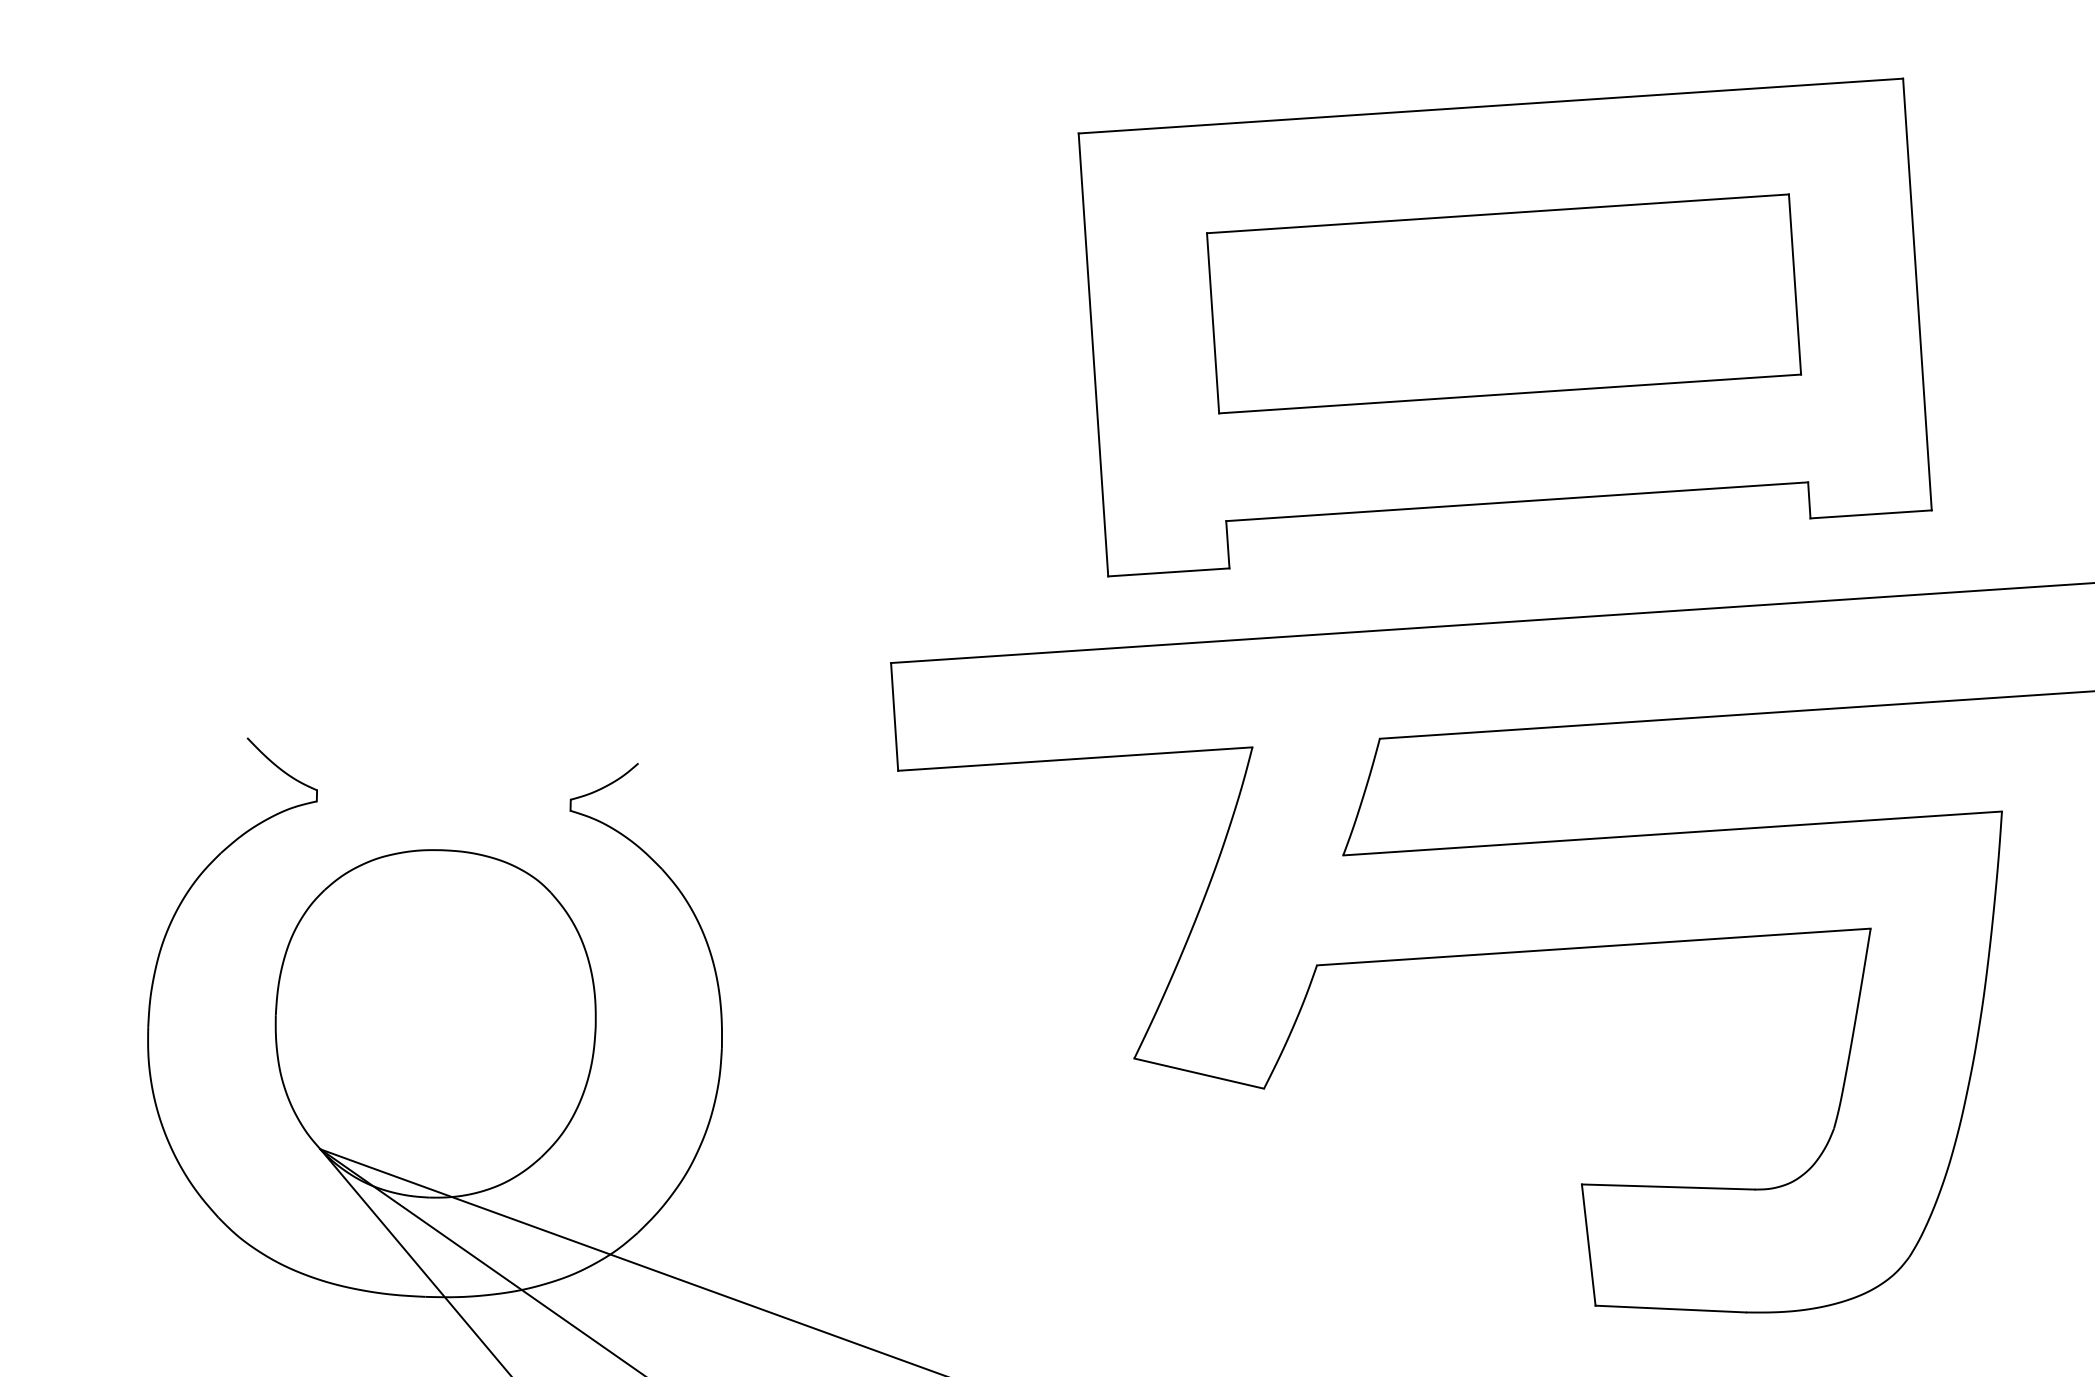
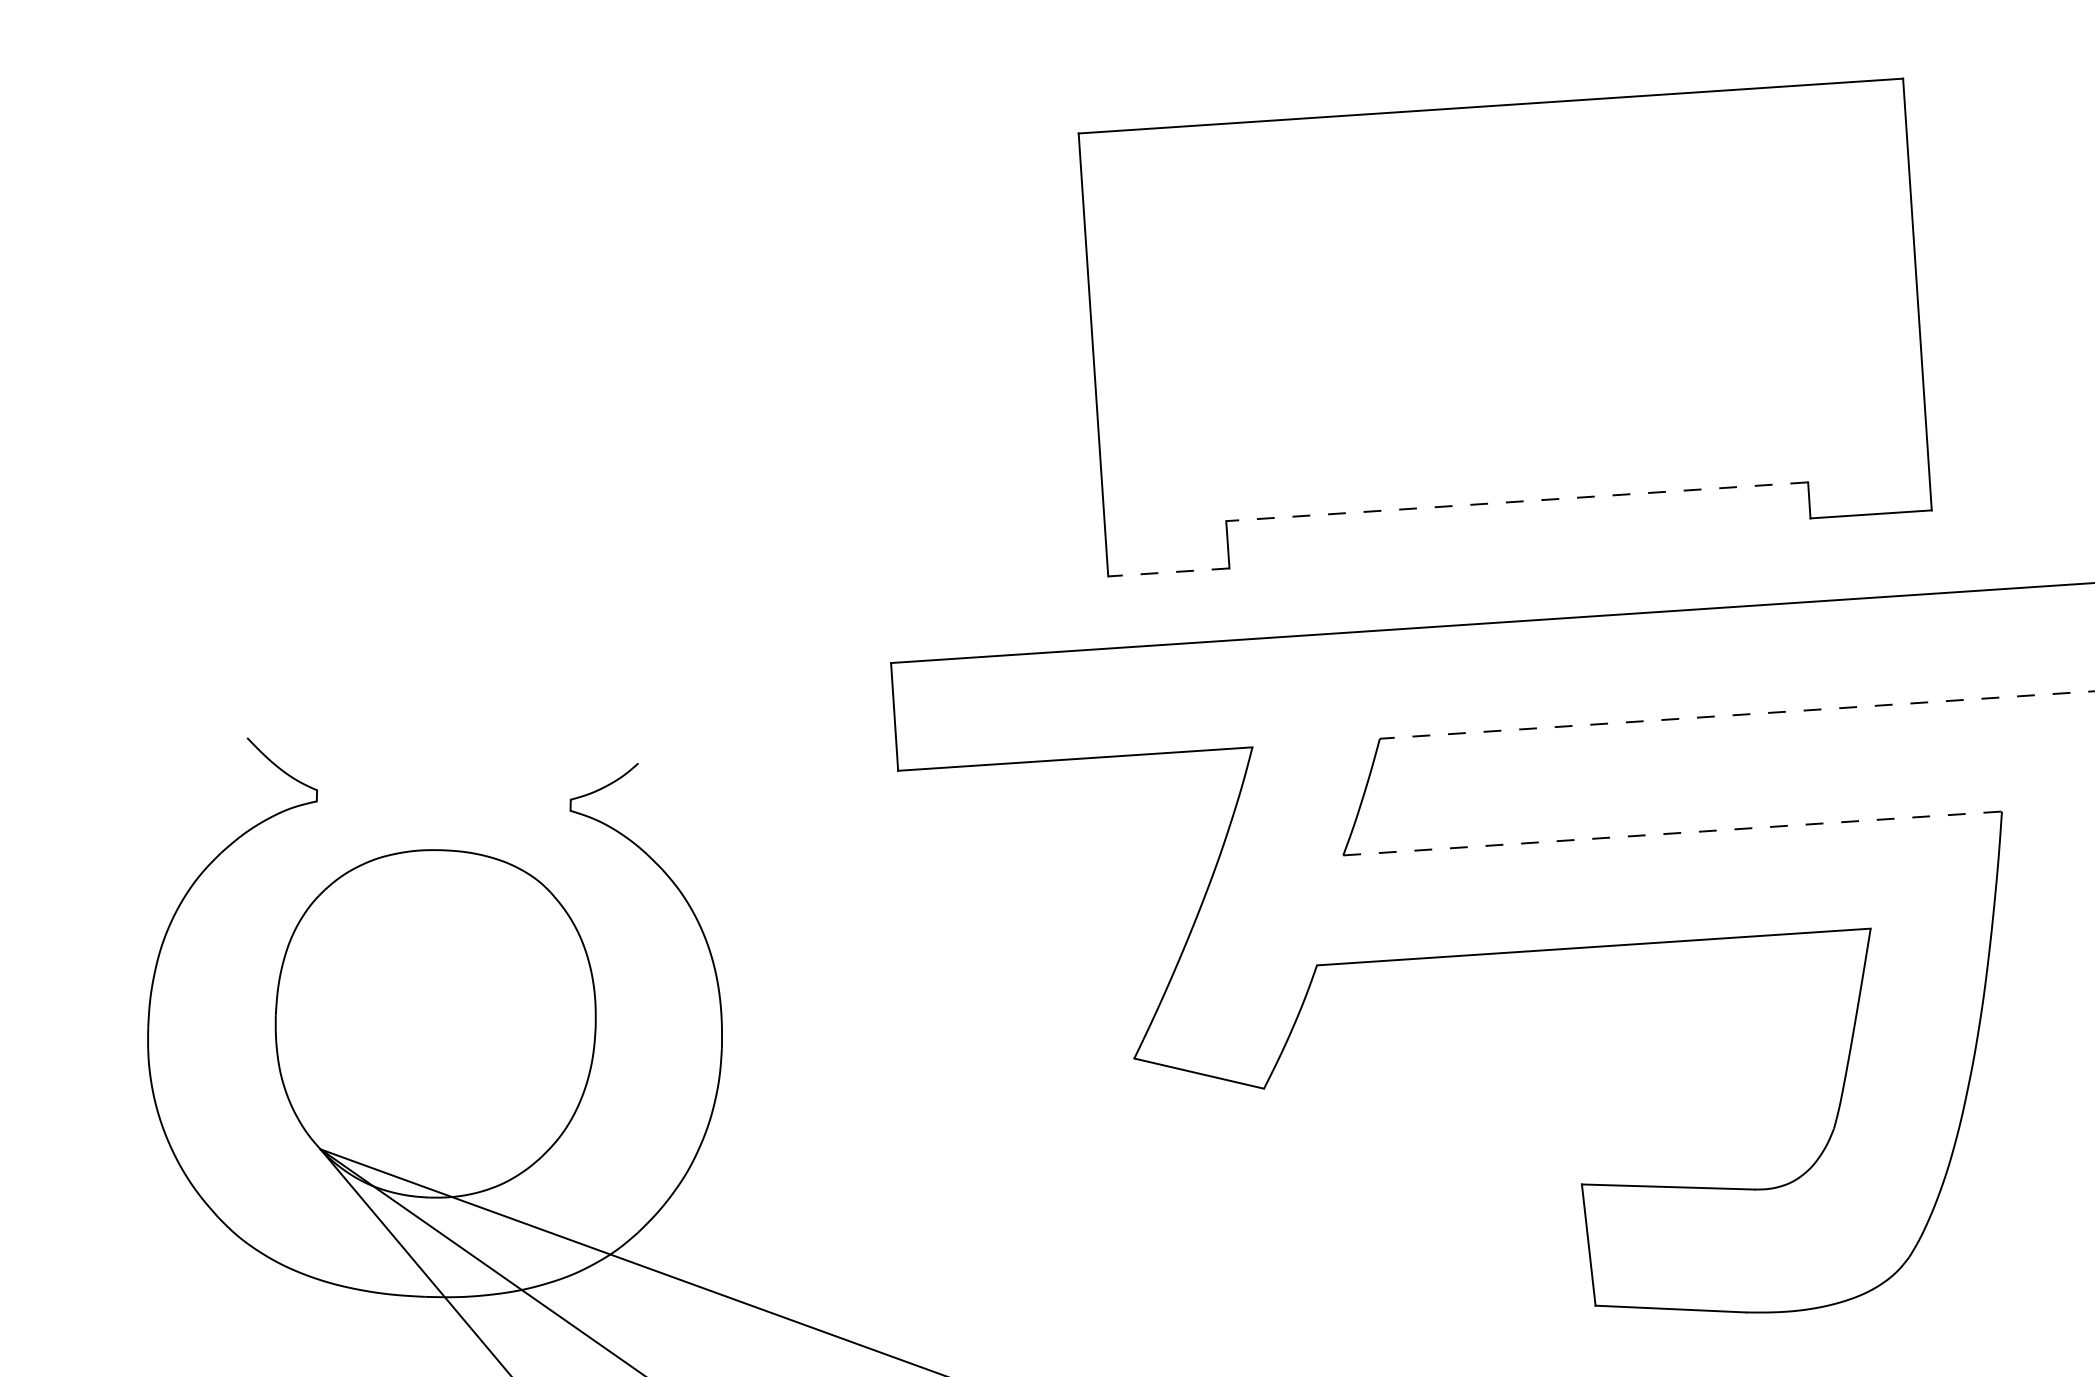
part at (1503, 303): present -> none
line at (1517, 501): solid -> dashed
line at (1168, 572): solid -> dashed
line at (1737, 715): solid -> dashed
line at (1673, 833): solid -> dashed
